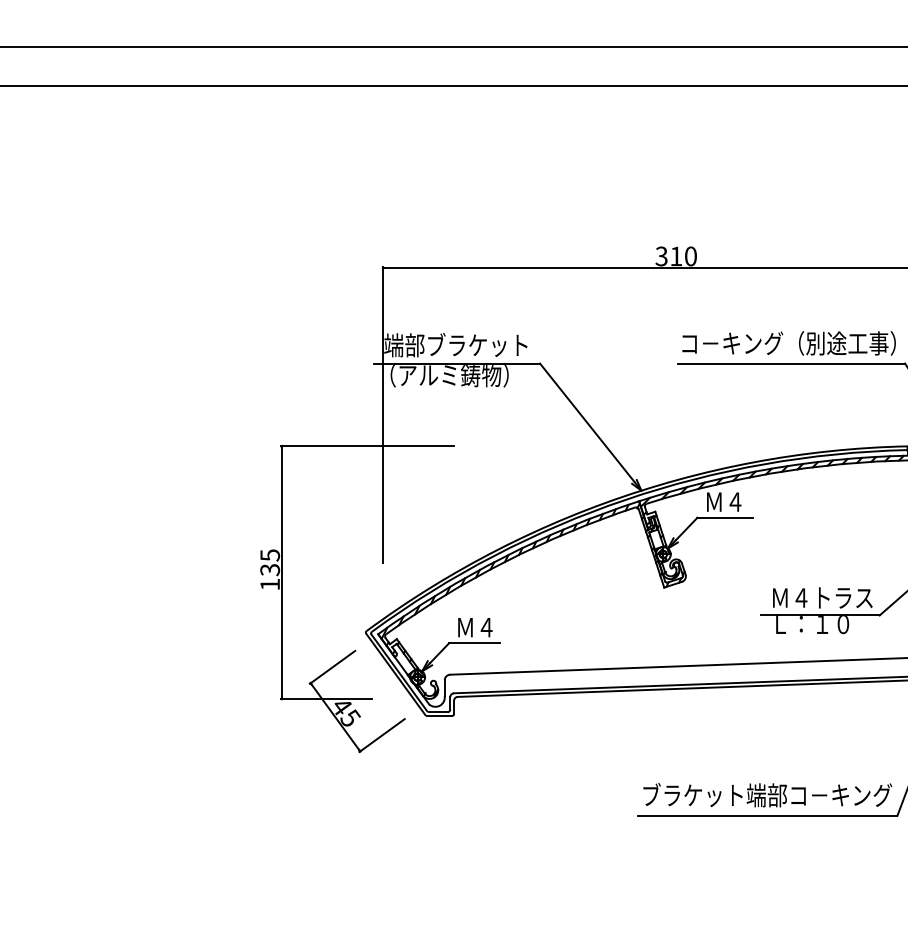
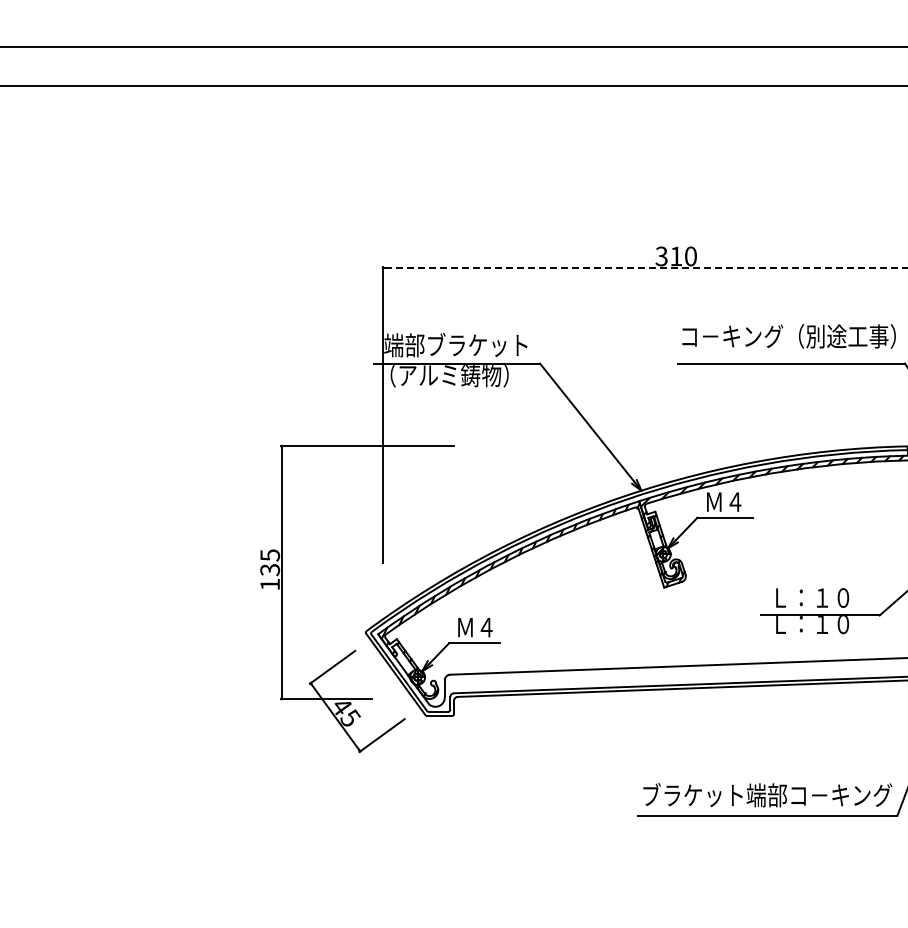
line at (646, 267): solid -> dashed
text at (788, 343) position: (788, 343) -> (788, 336)
text at (822, 597): Ｍ４トラス -> Ｌ：１０
